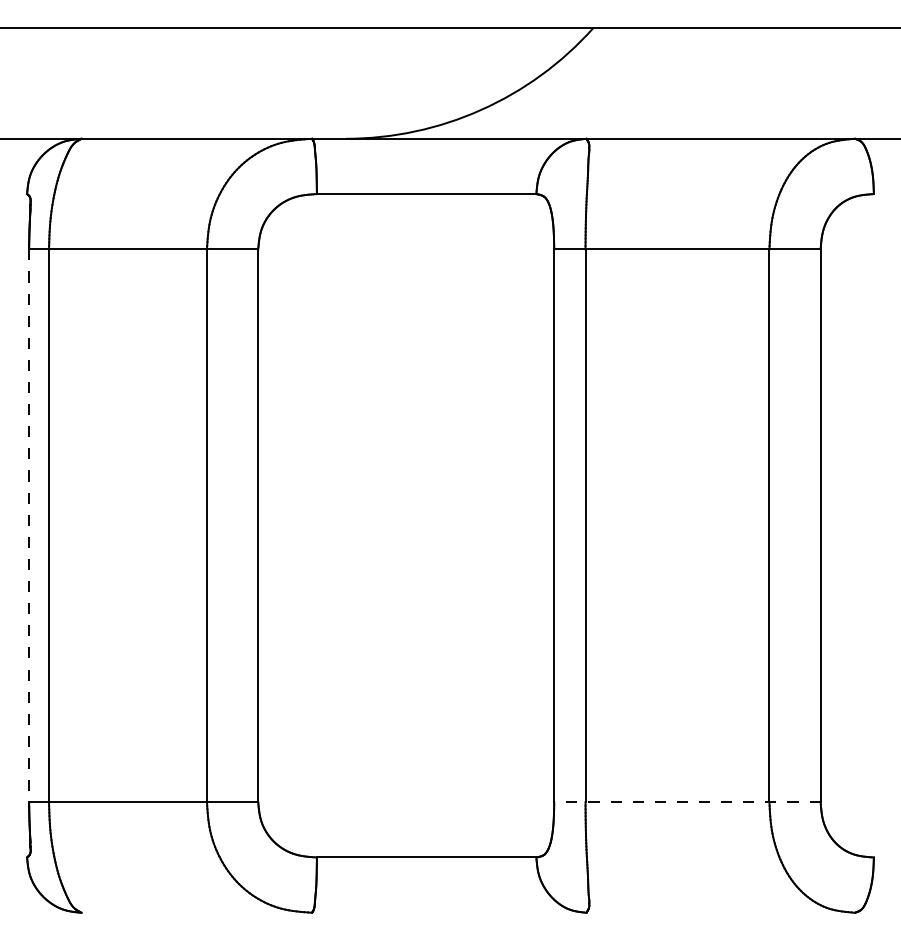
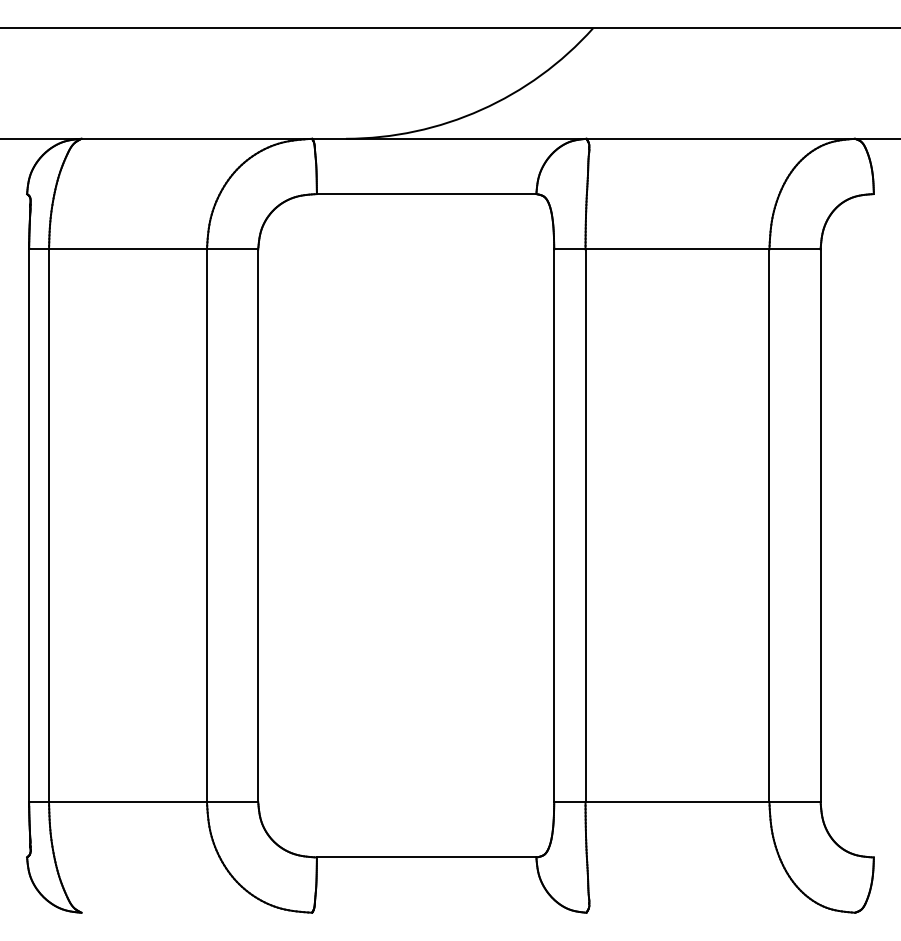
line at (29, 526): dashed -> solid
line at (686, 802): dashed -> solid
